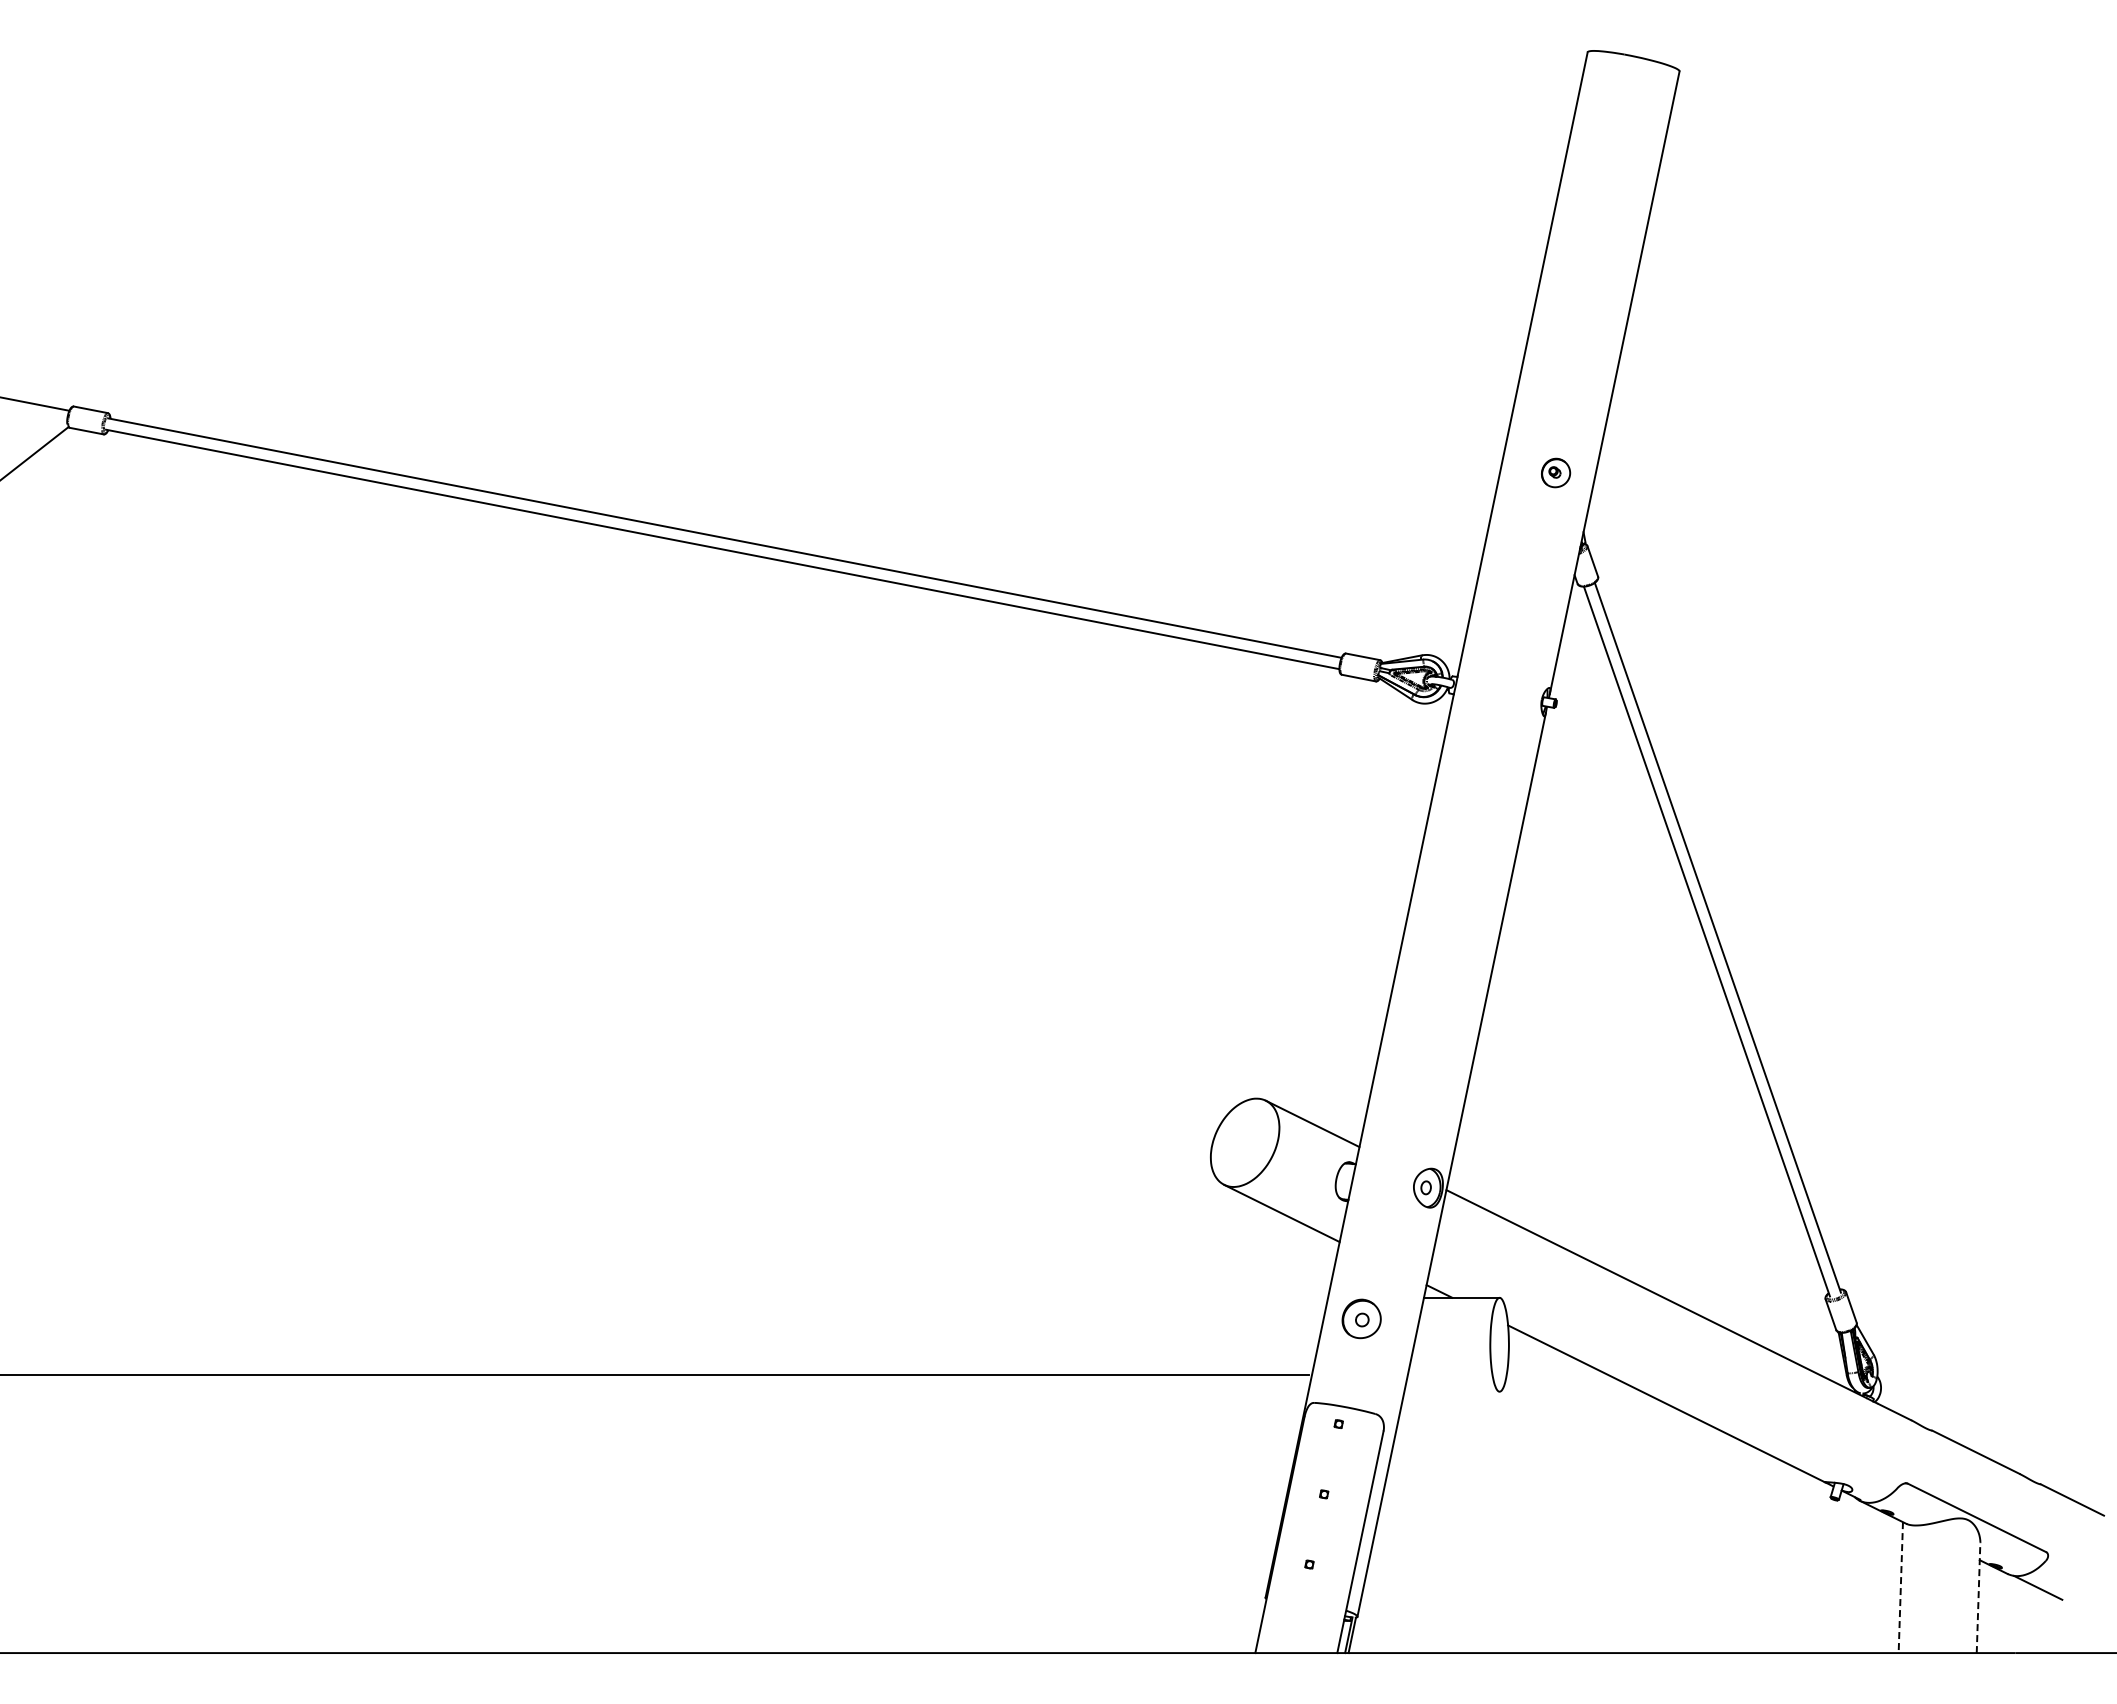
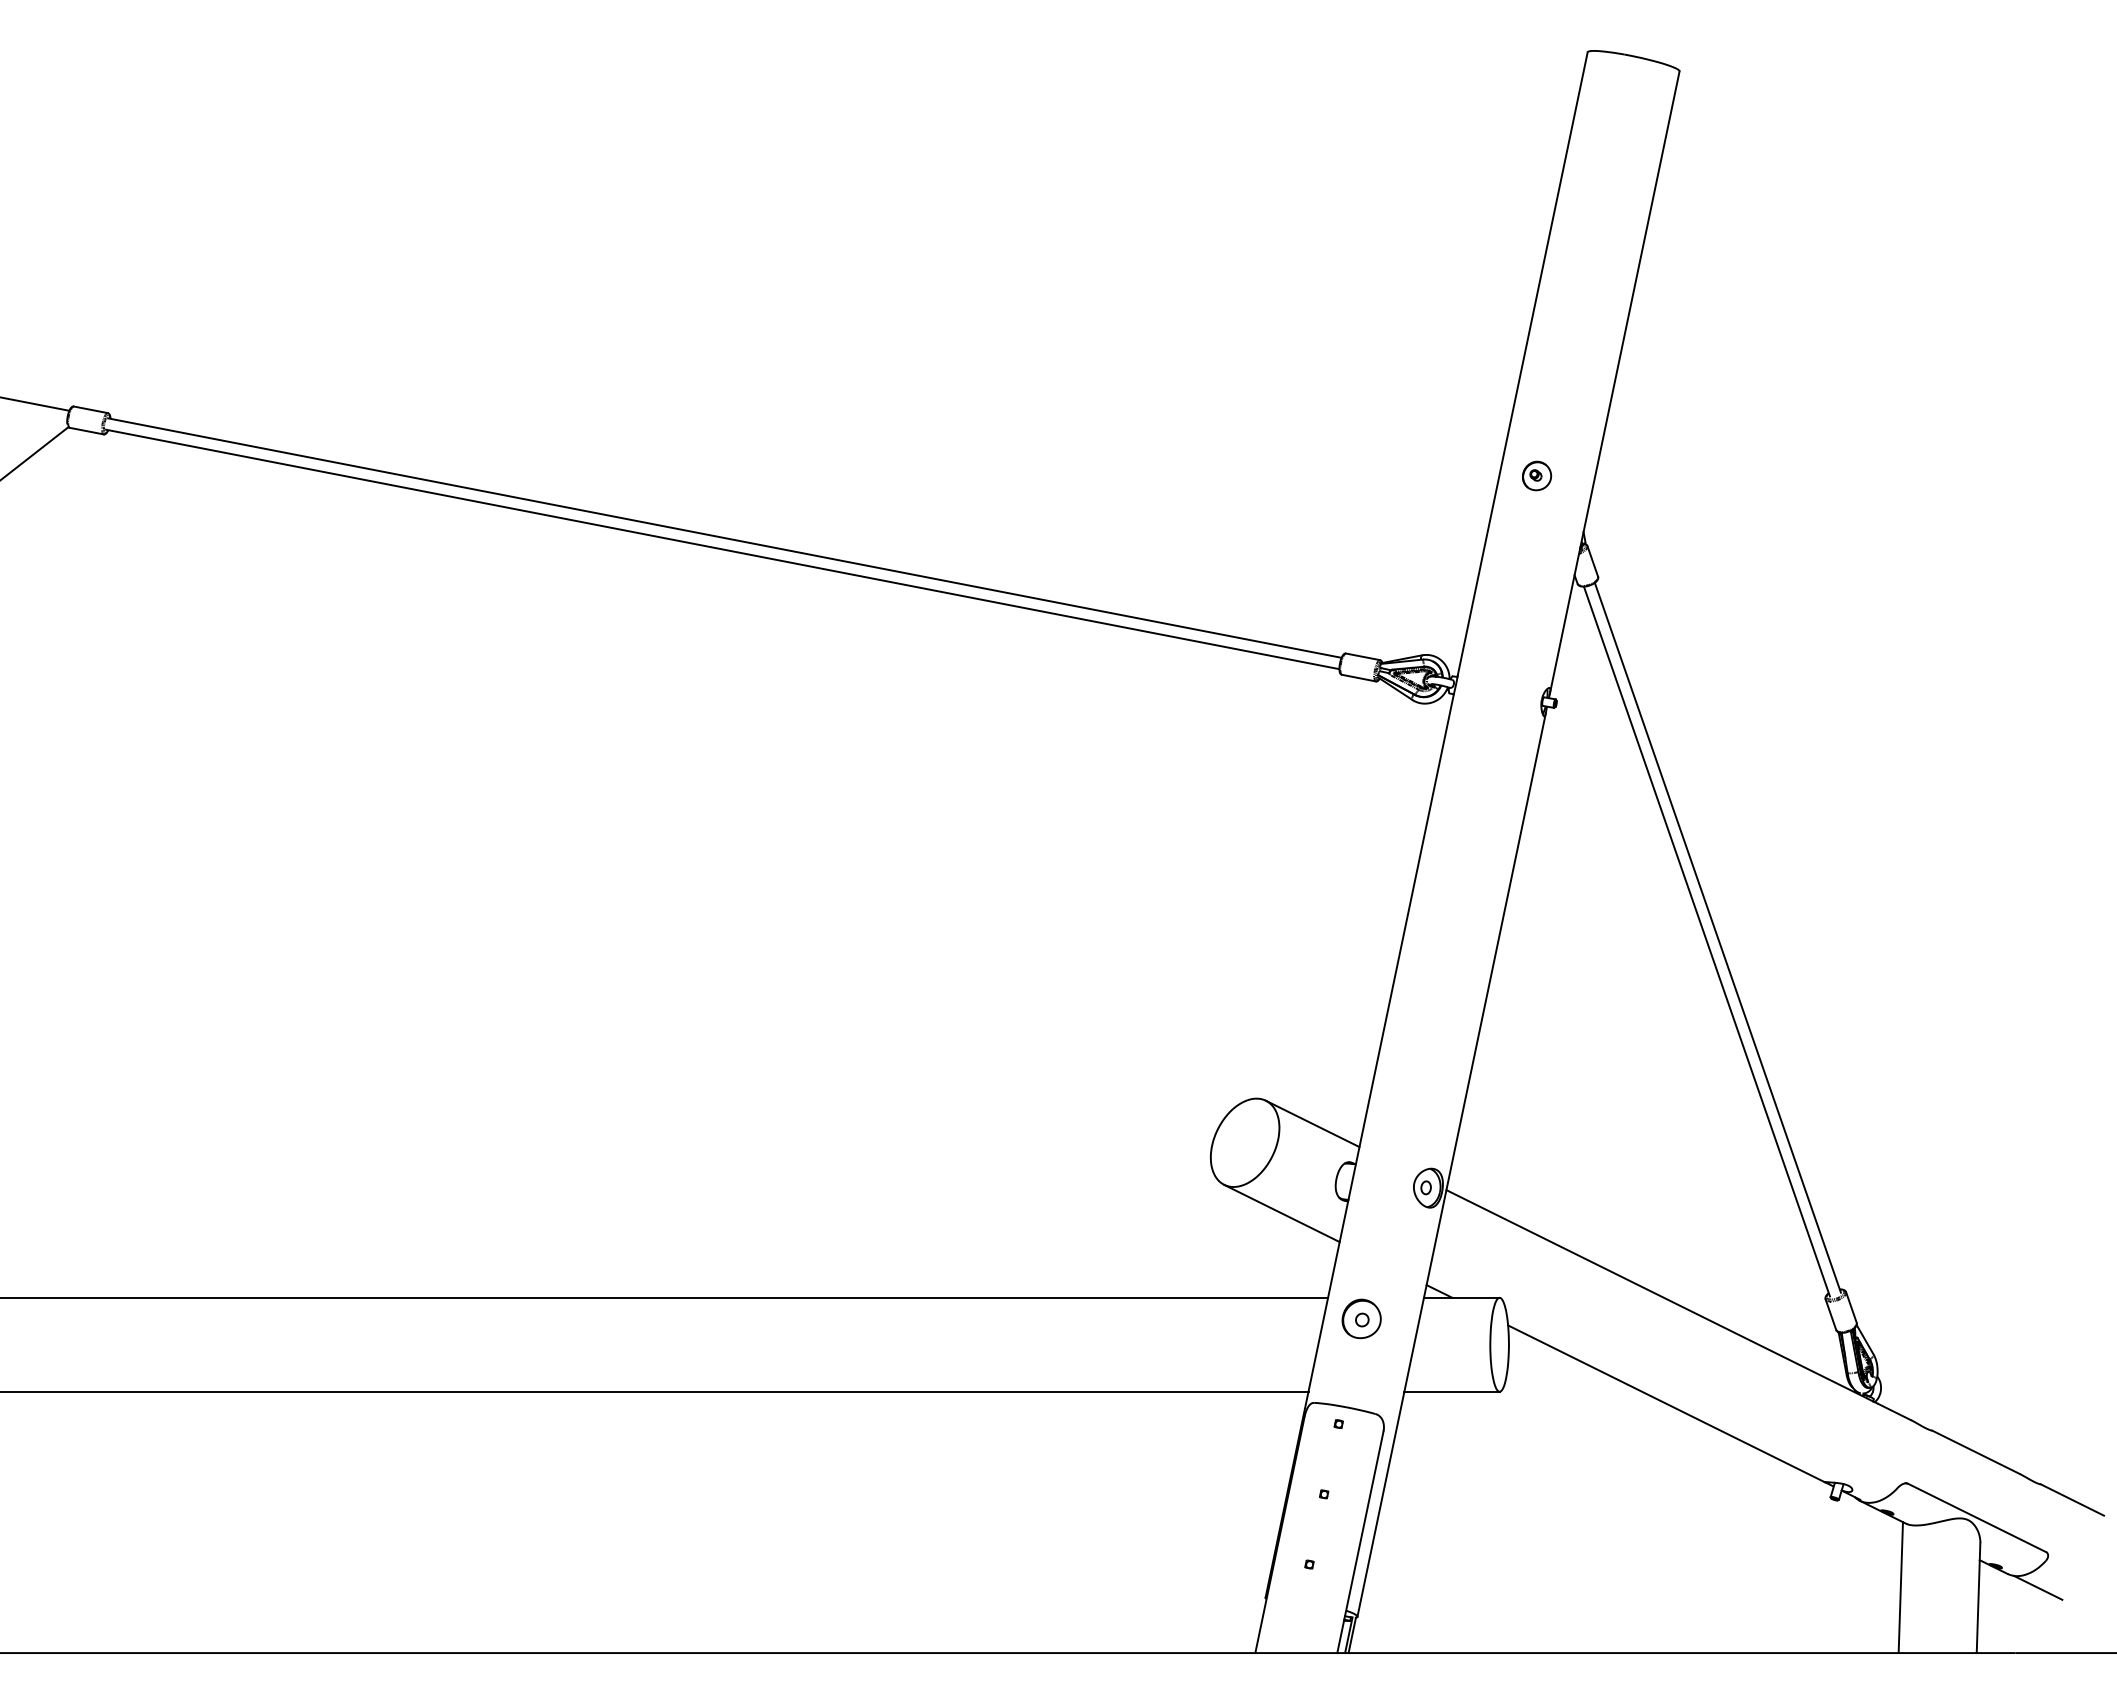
part at (1556, 472) position: (1556, 472) -> (1537, 475)
line at (665, 1297): none -> present
line at (655, 1374) position: (655, 1374) -> (655, 1391)
line at (1451, 1391): none -> present
line at (1900, 1587): dashed -> solid
line at (1978, 1597): dashed -> solid
